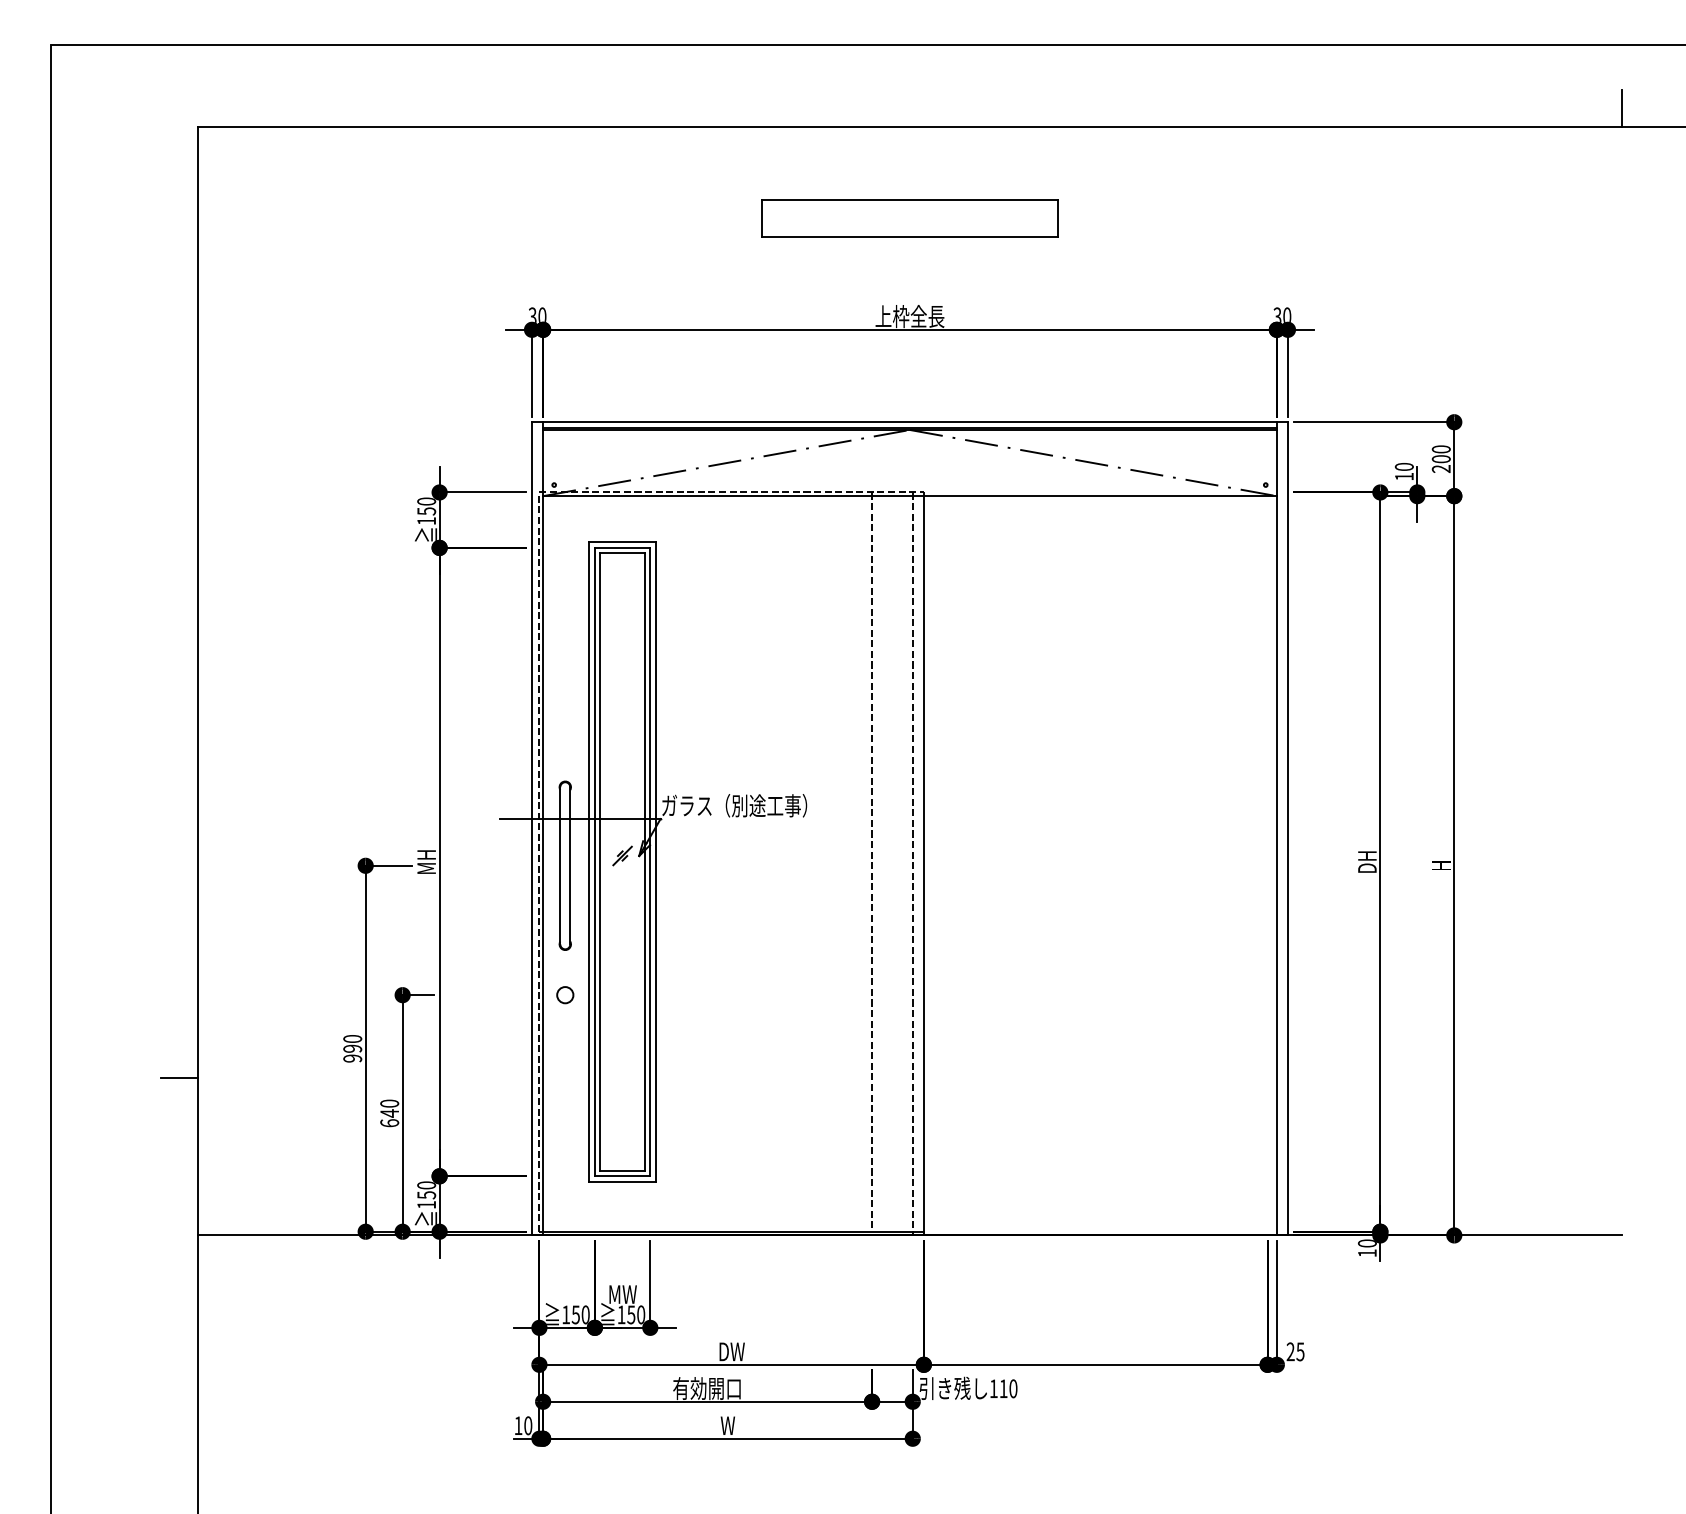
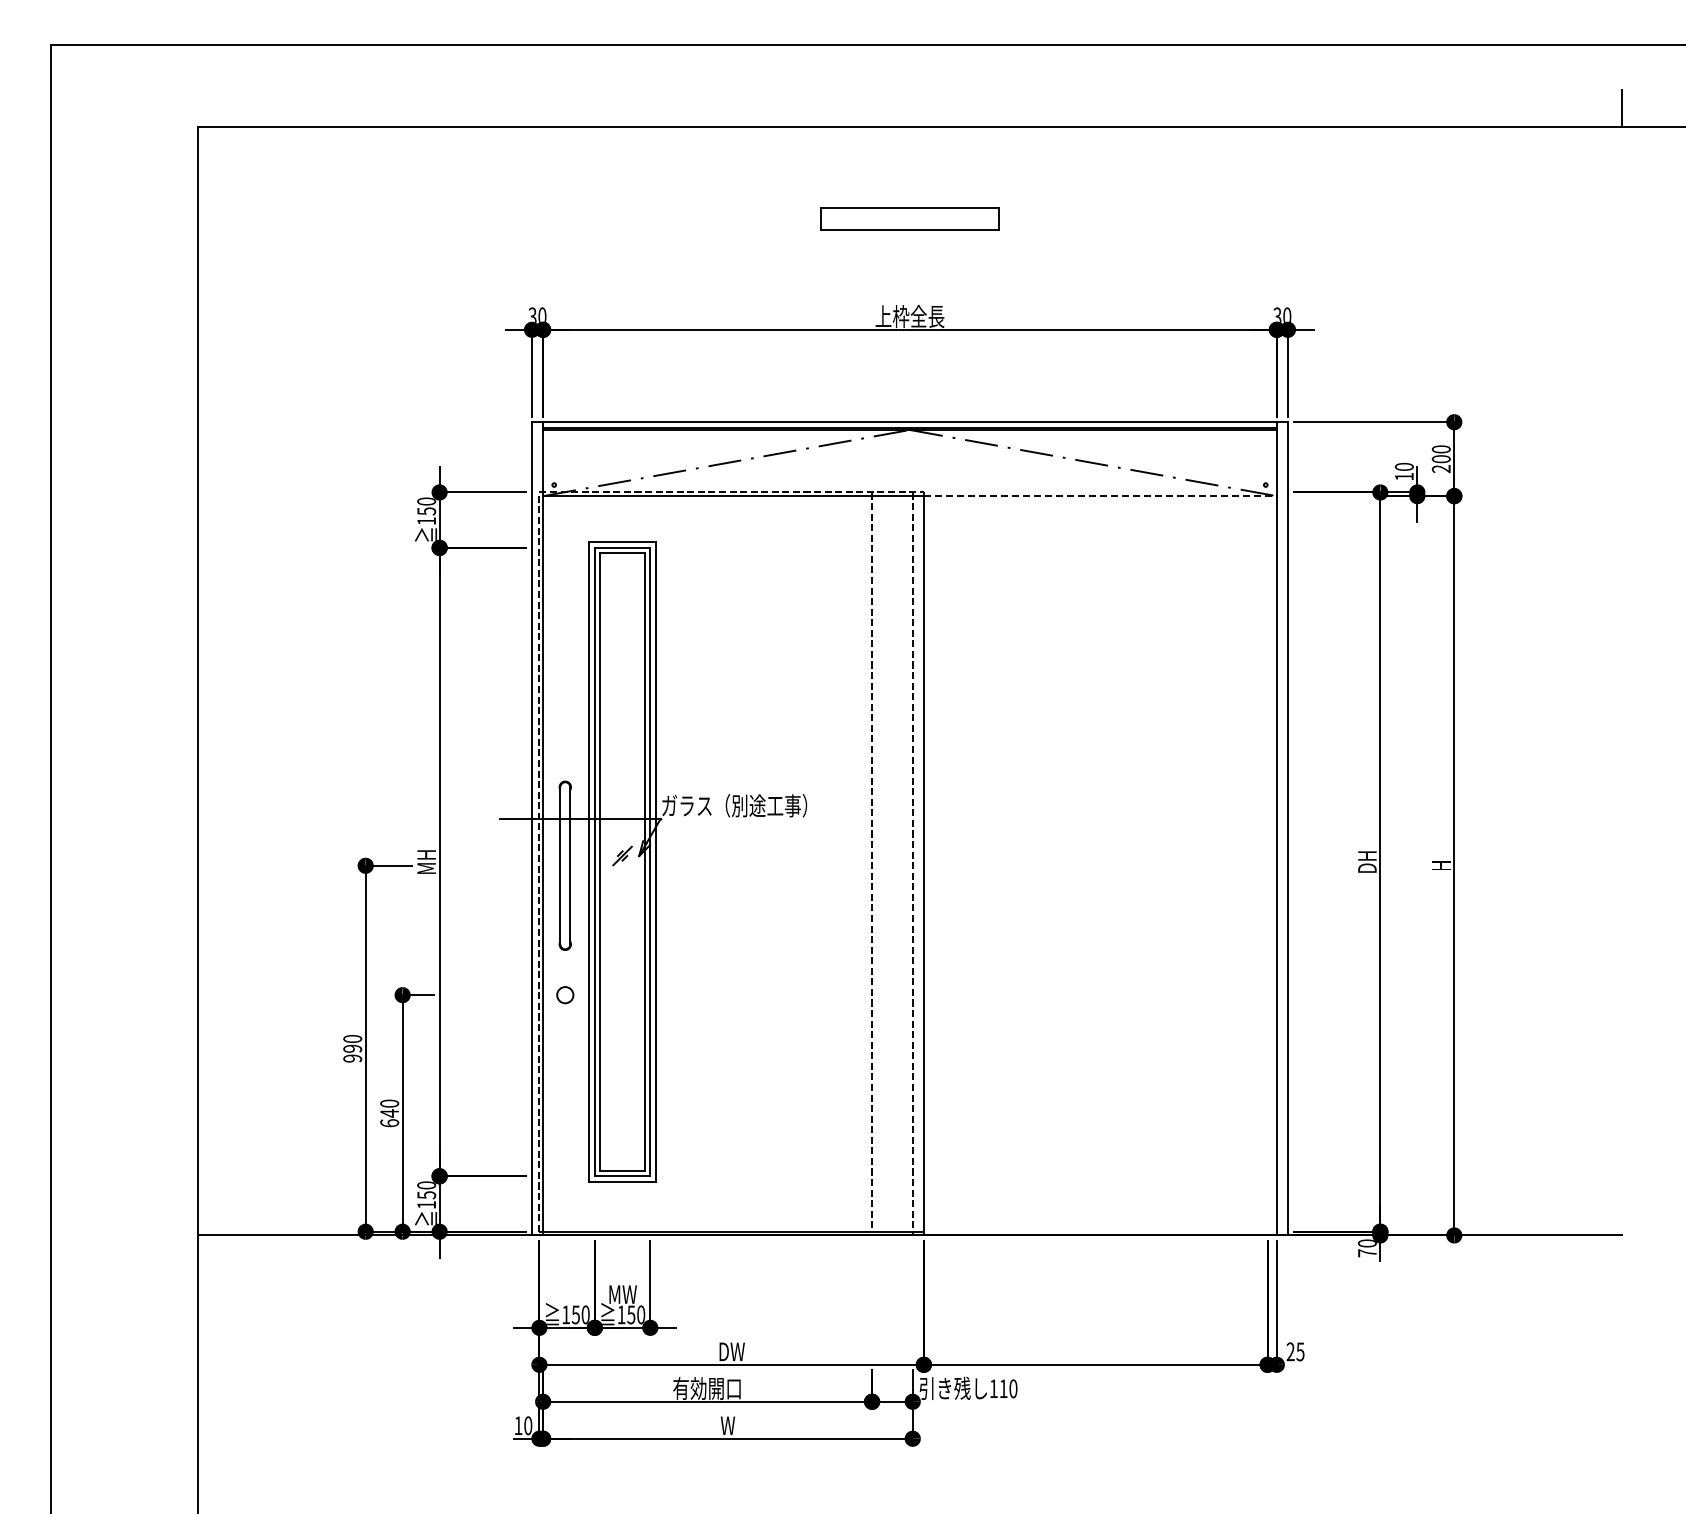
part at (909, 218) size: 298x39 px -> 180x24 px
line at (1100, 496): solid -> dashed
line at (179, 1078): present -> none
text at (1367, 1253): 10 -> 70
